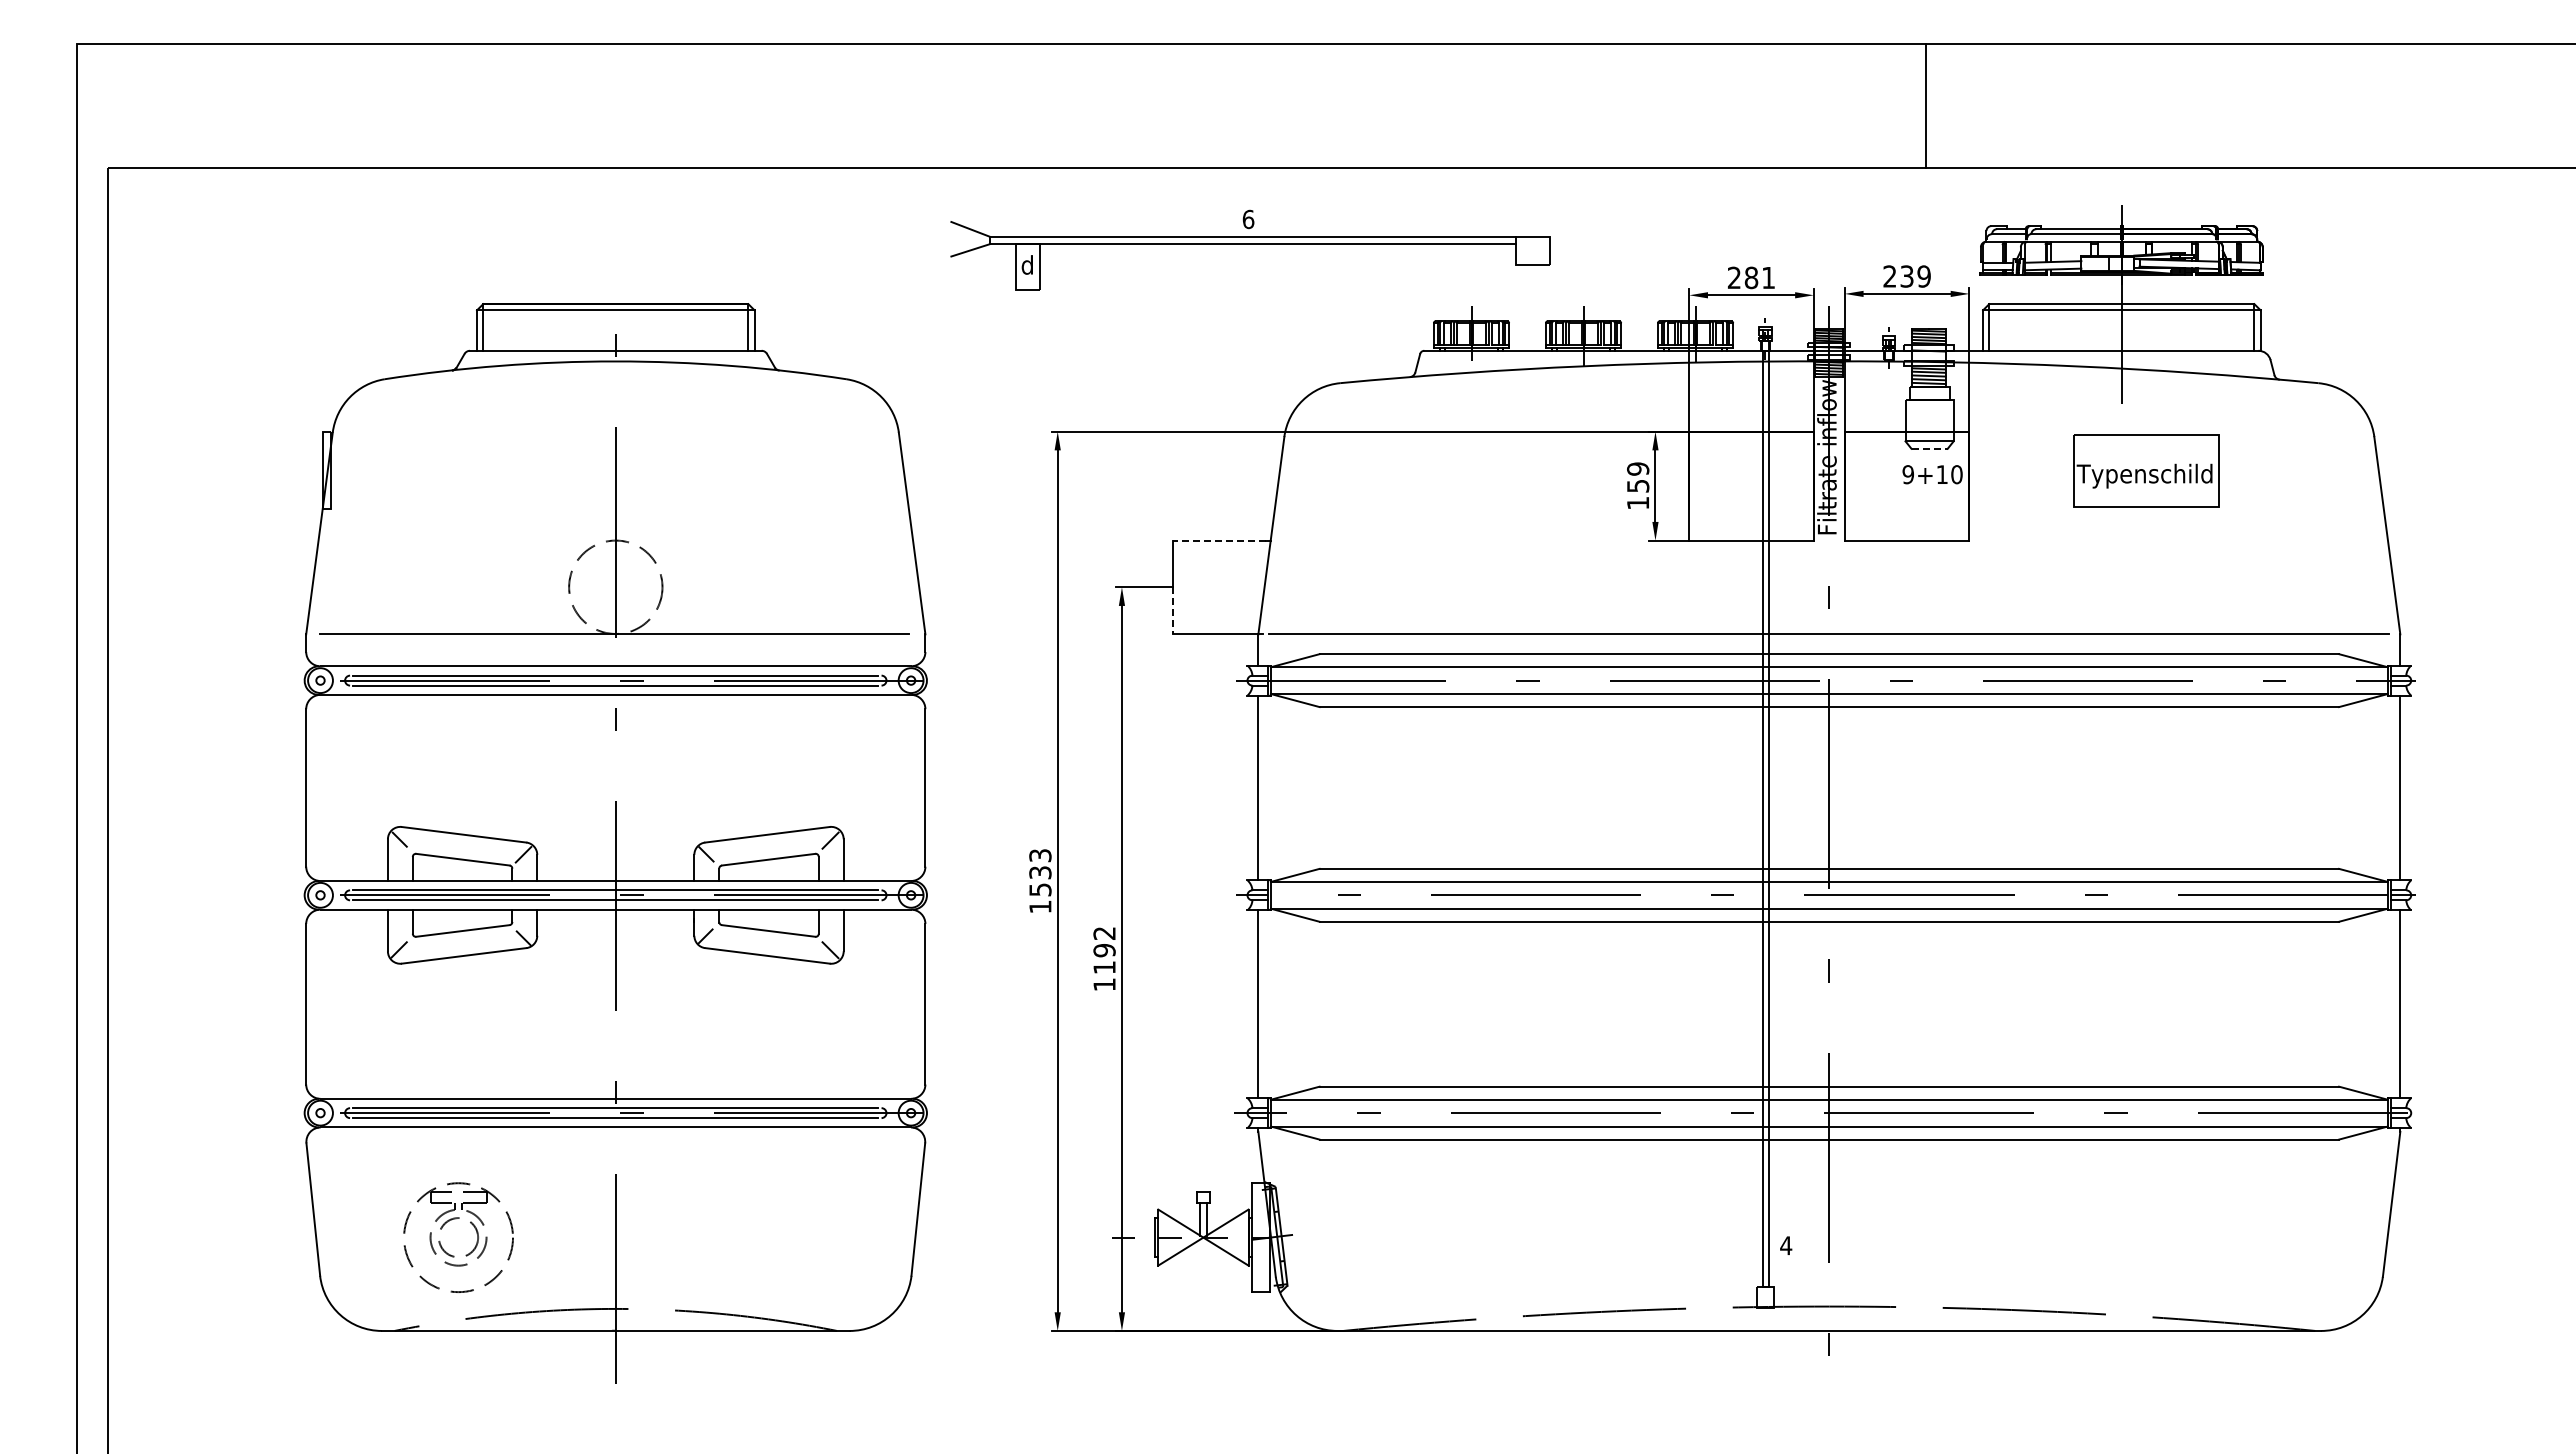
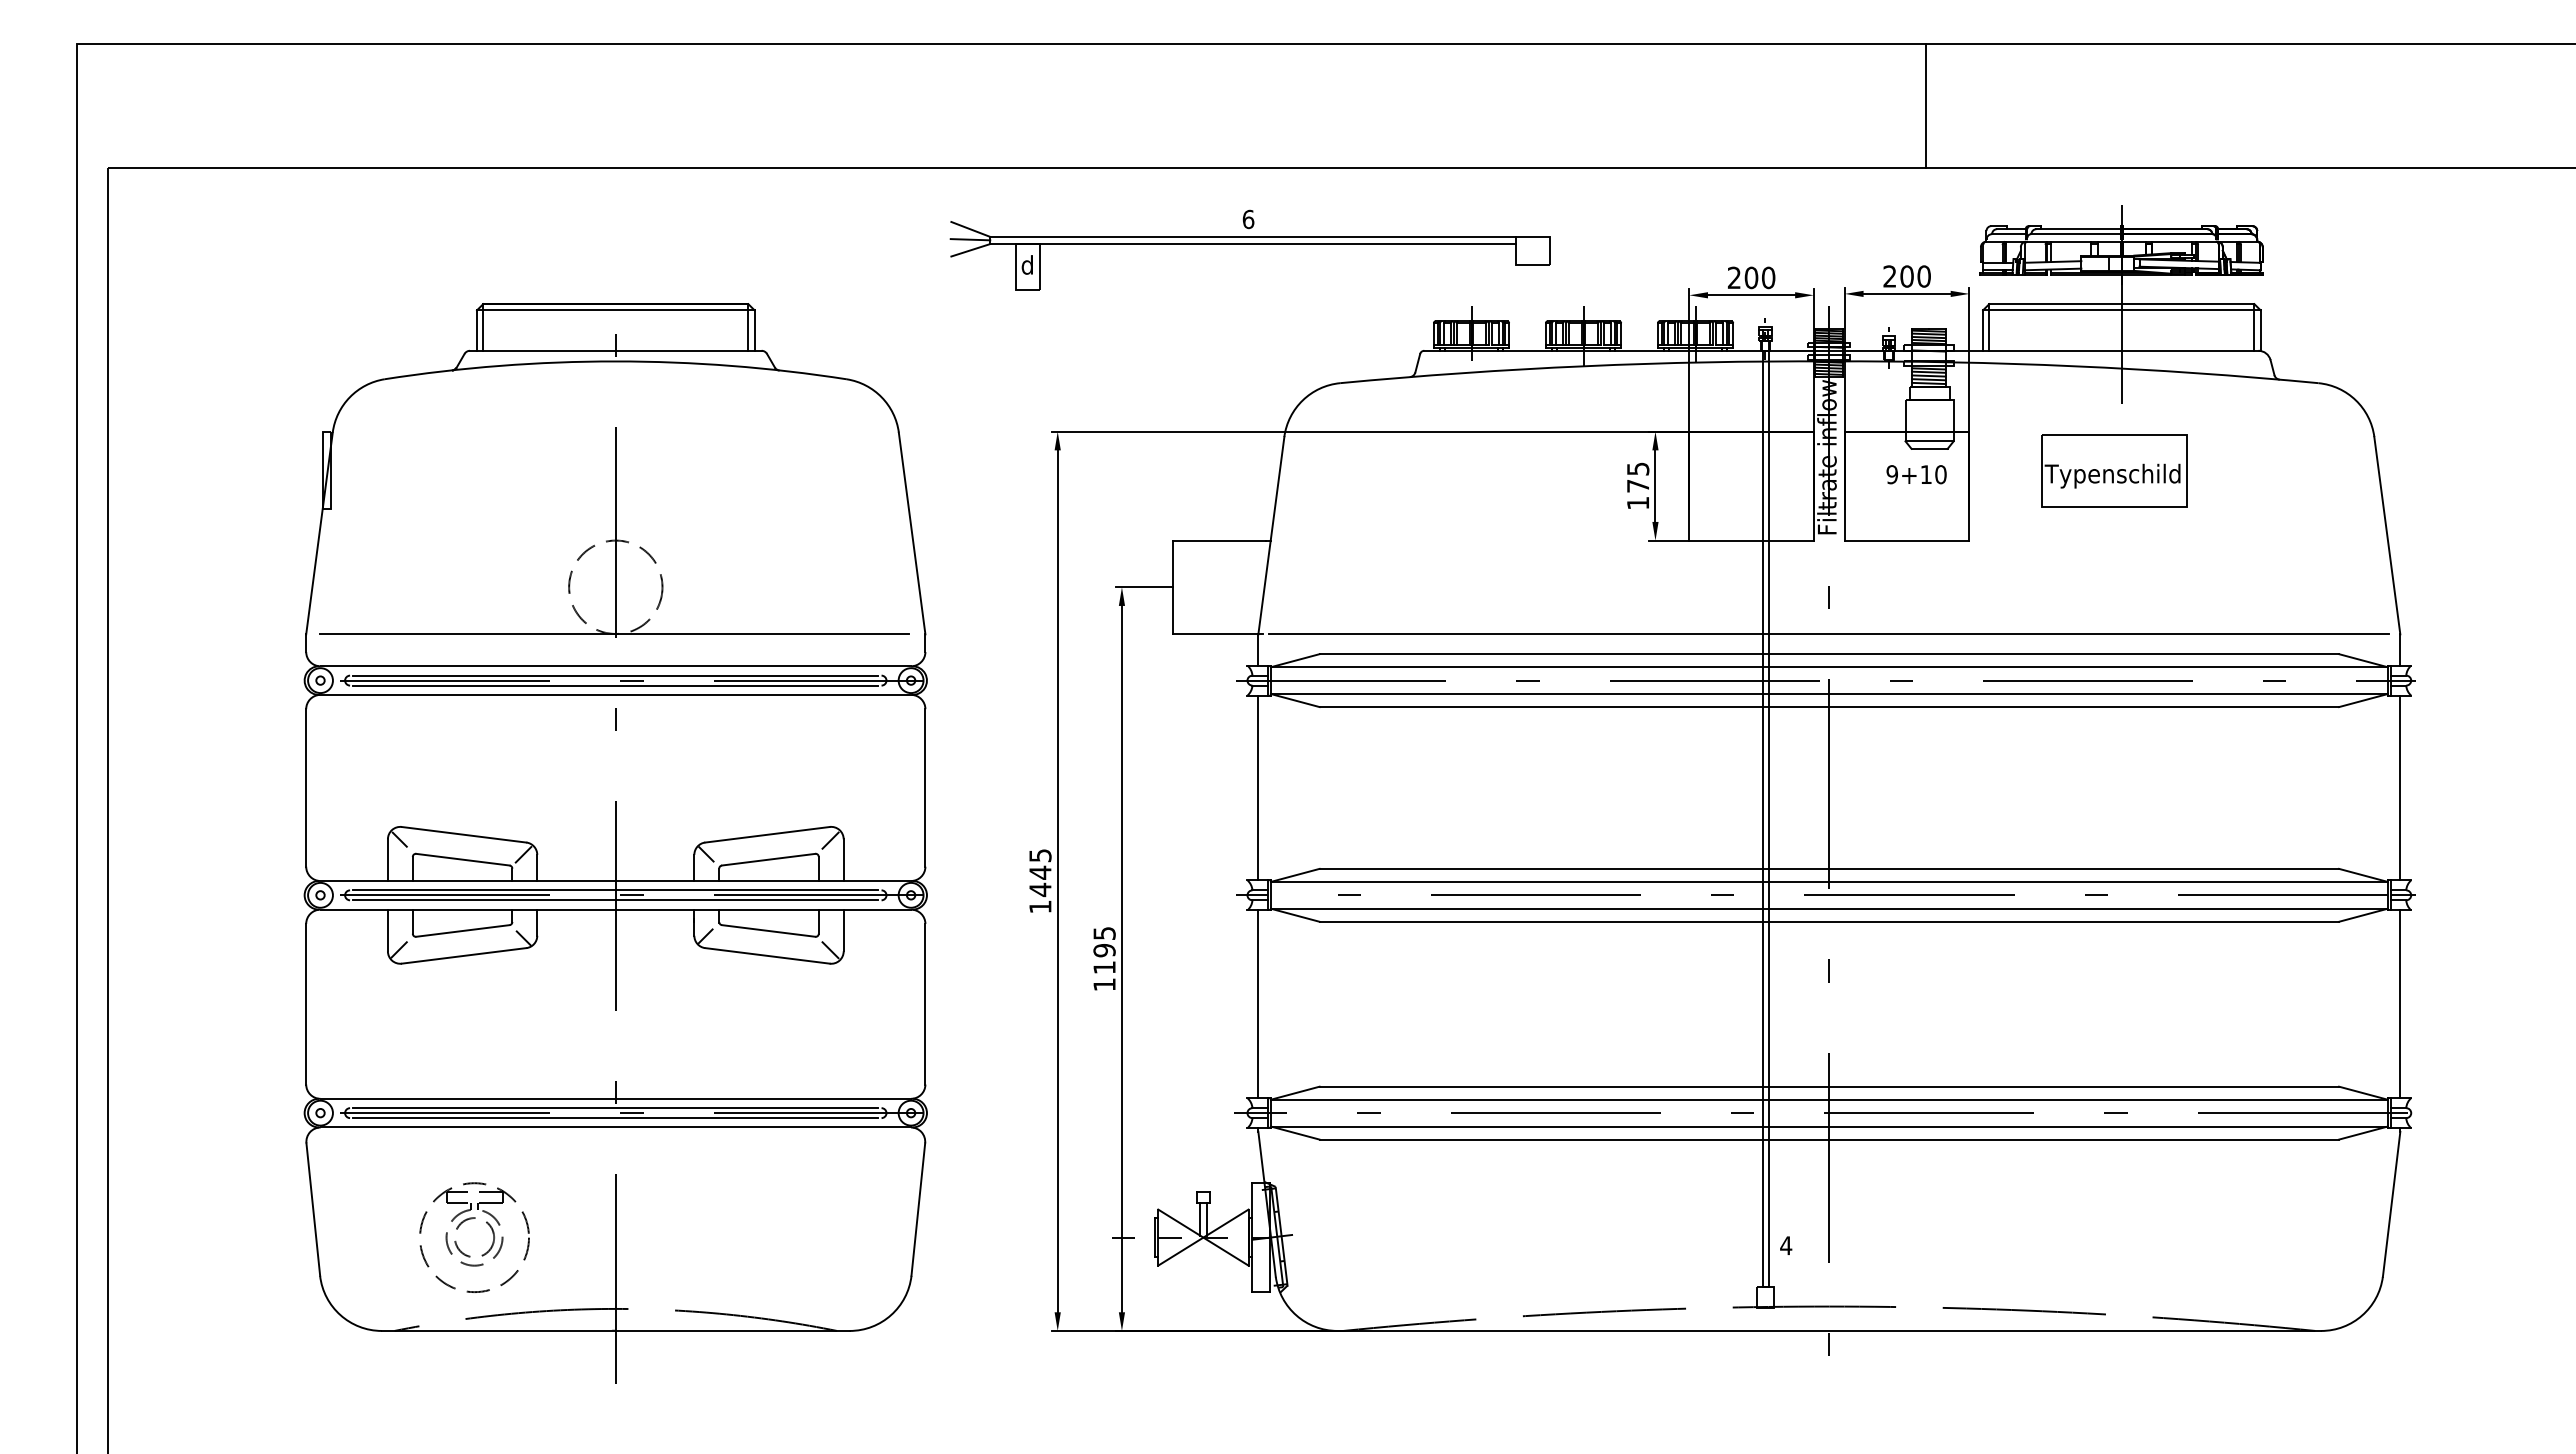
line at (970, 239): none -> present
text at (1915, 276): 239 -> 200
text at (1759, 277): 281 -> 200
line at (1930, 448): dashed -> solid
part at (2146, 470) position: (2146, 470) -> (2114, 470)
text at (1932, 474) position: (1932, 474) -> (1916, 474)
text at (1638, 477): 159 -> 175
line at (1219, 540): dashed -> solid
line at (1172, 611): dashed -> solid
text at (1040, 873): 1533 -> 1445
text at (1104, 933): 1192 -> 1195
part at (456, 1219) position: (456, 1219) -> (472, 1219)
